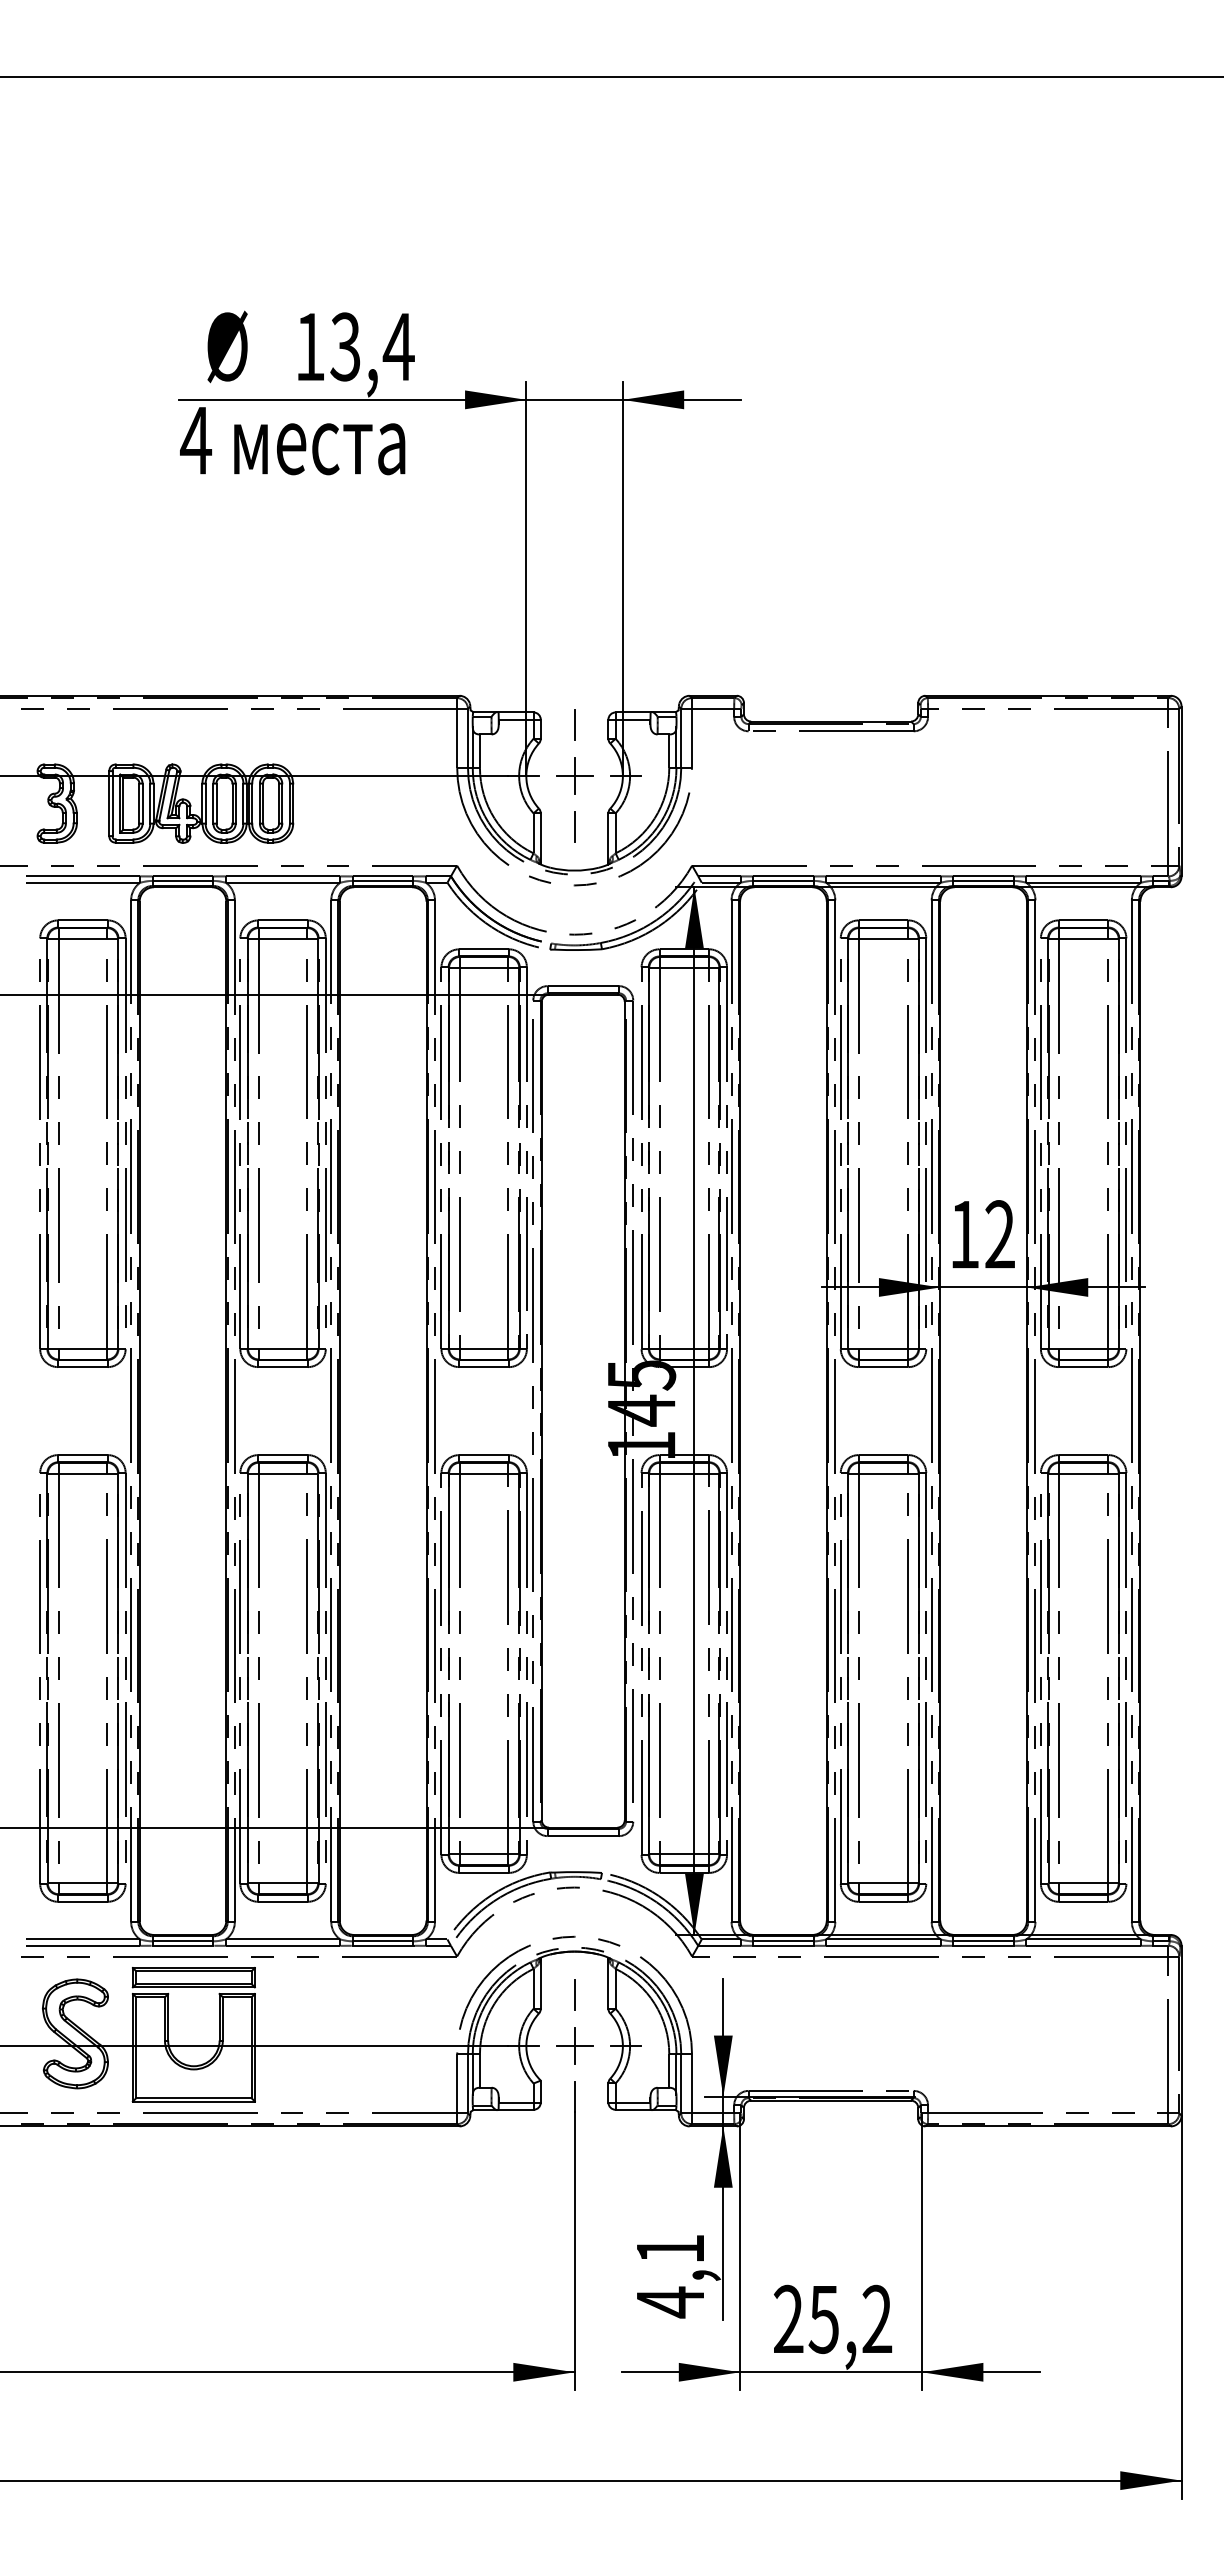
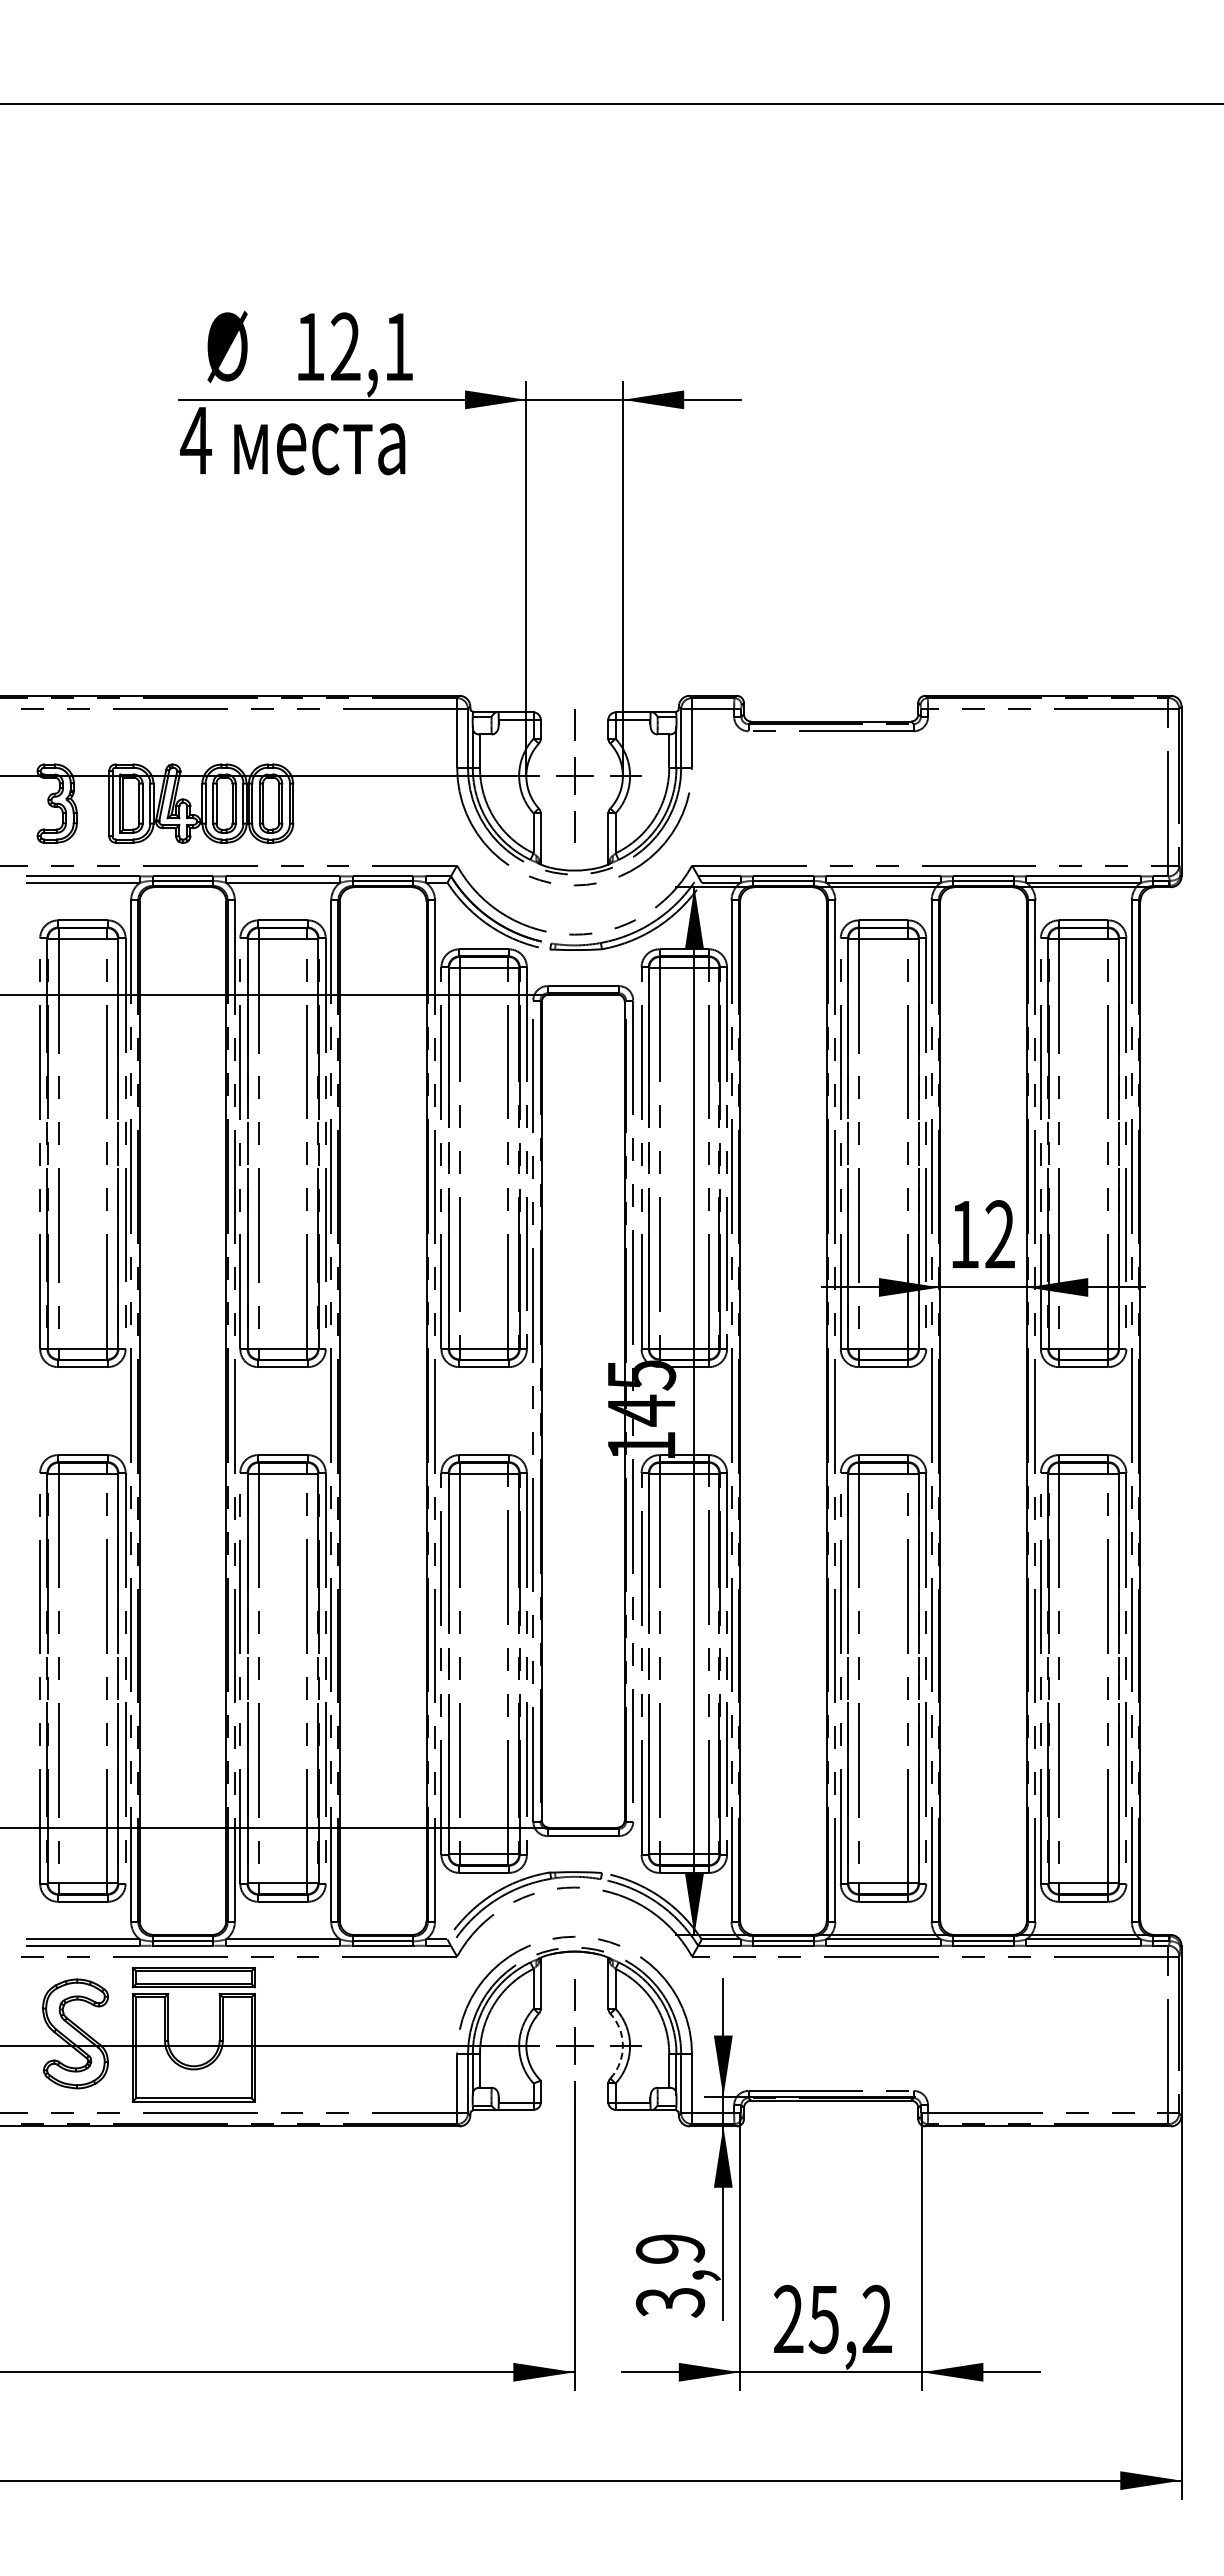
line at (611, 77) position: (611, 77) -> (611, 104)
text at (372, 346): 13,4 -> 12,1
arc at (622, 2046): solid -> dashed
text at (670, 2276): 4,1 -> 3,9
